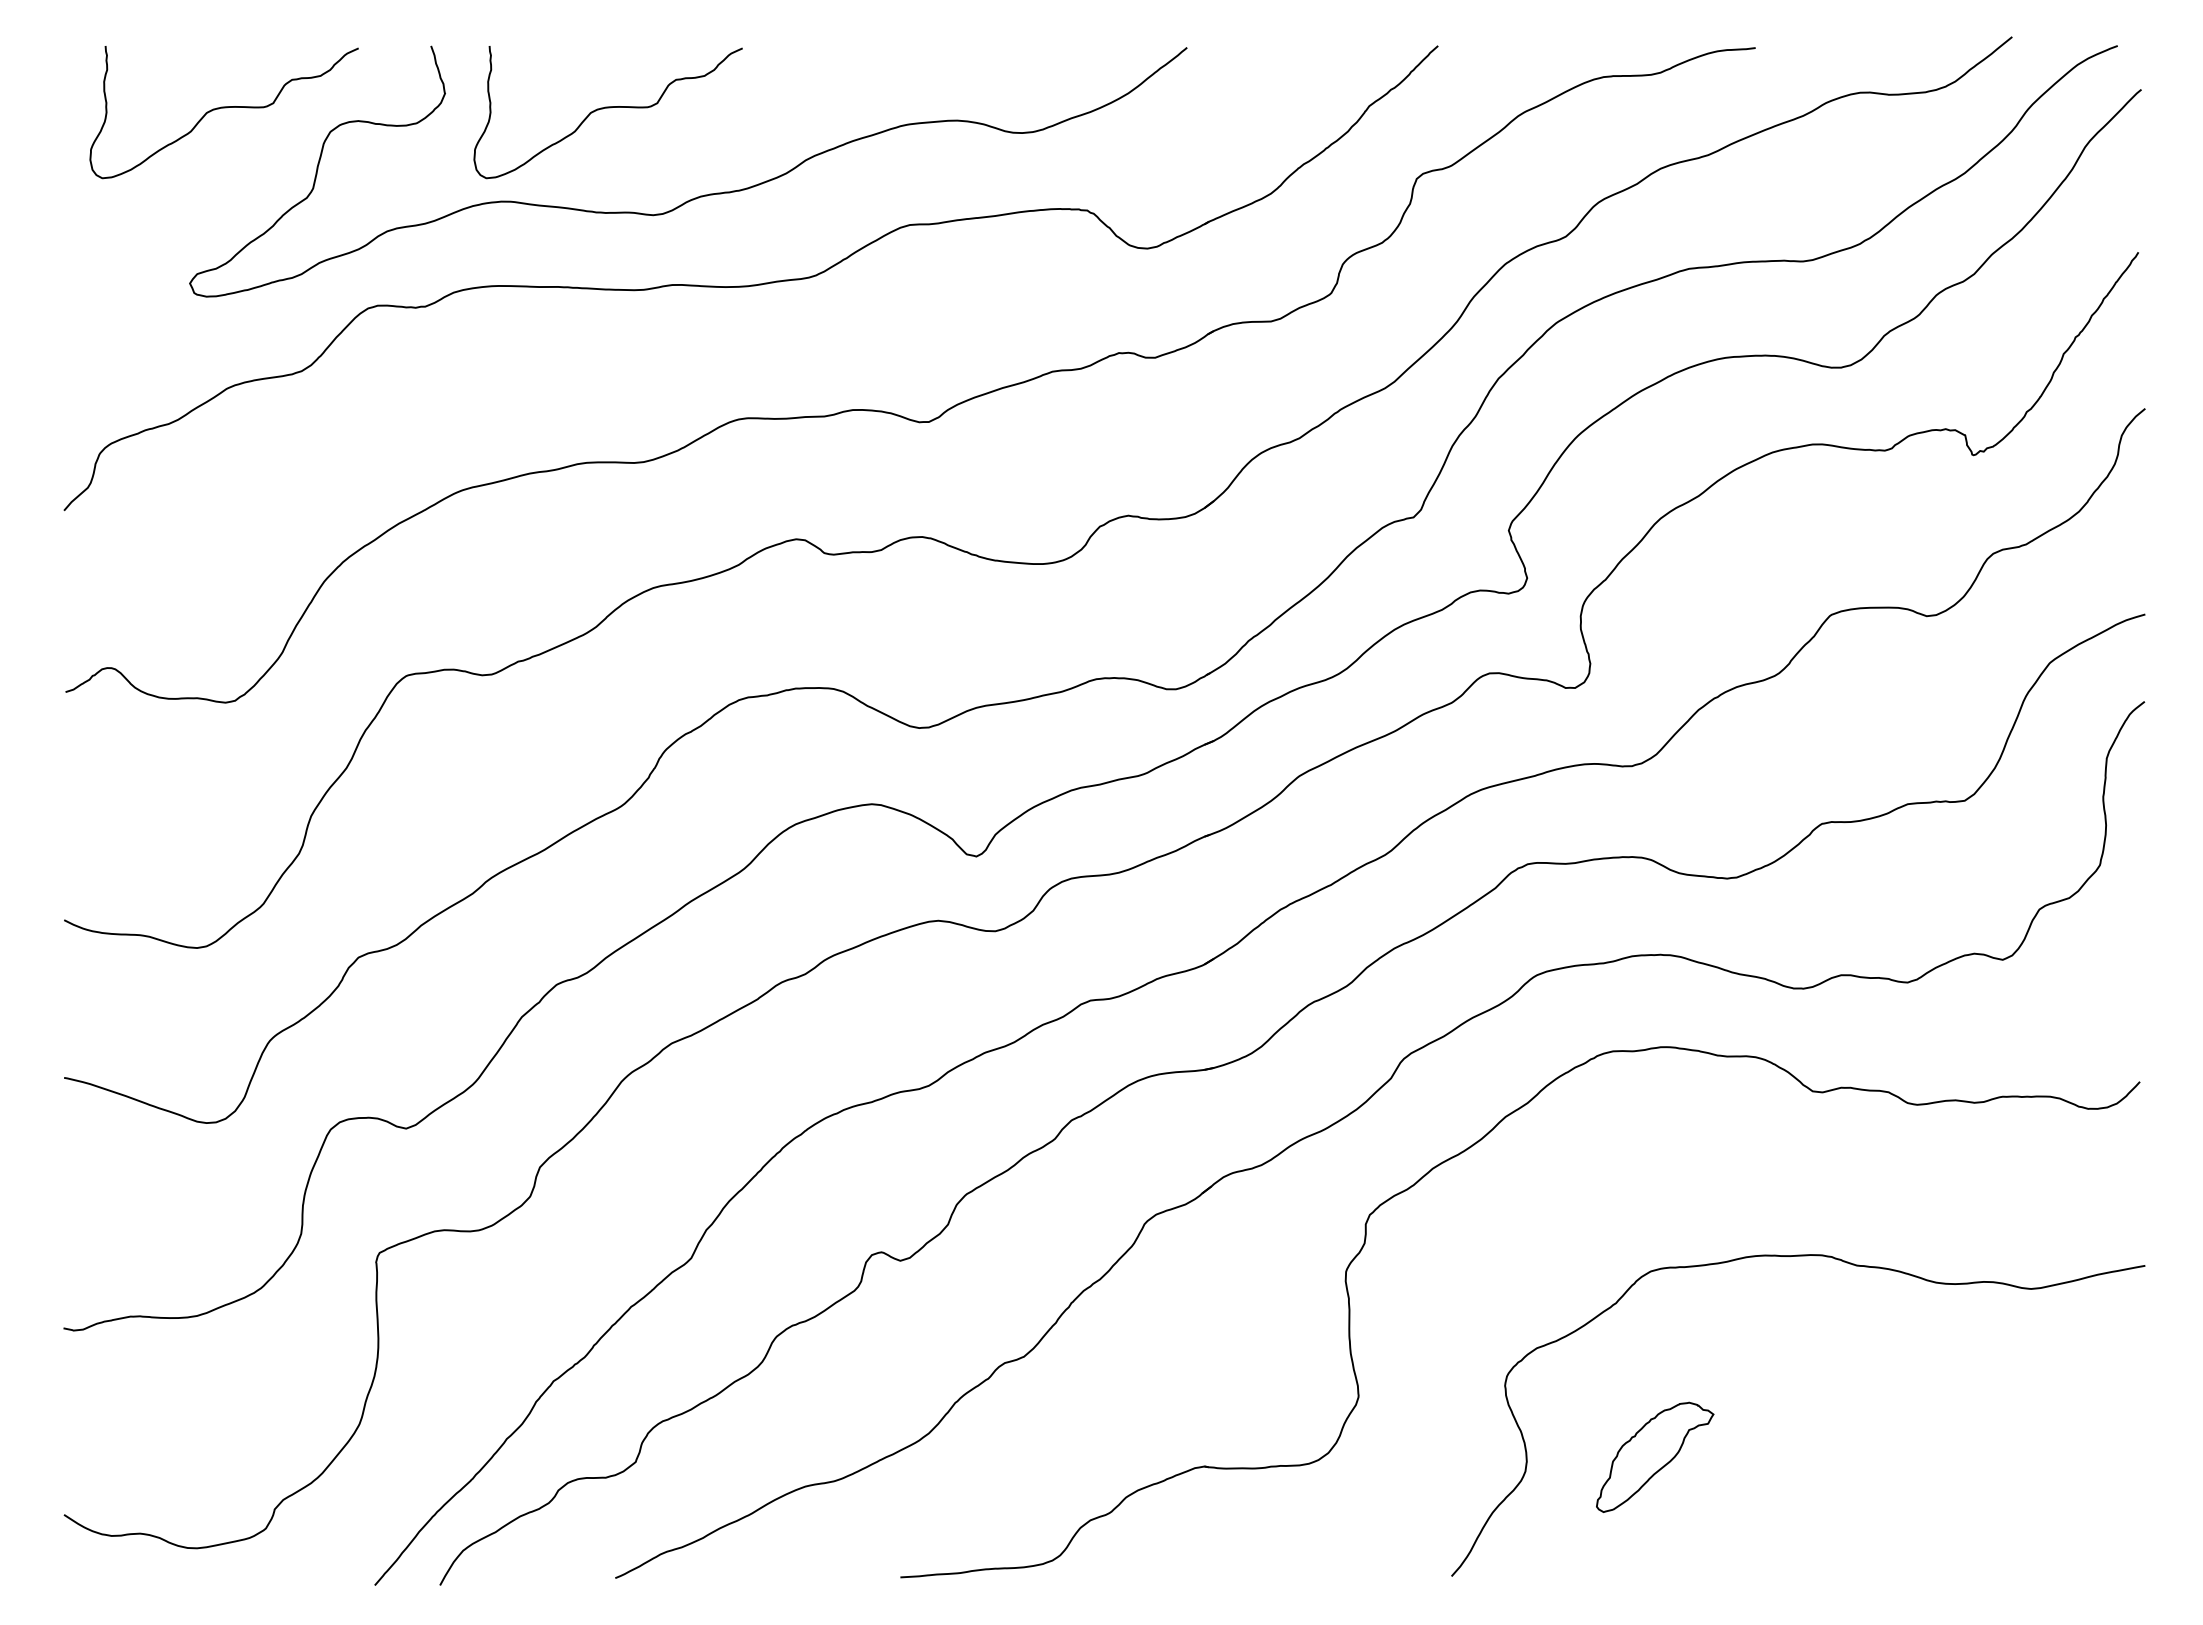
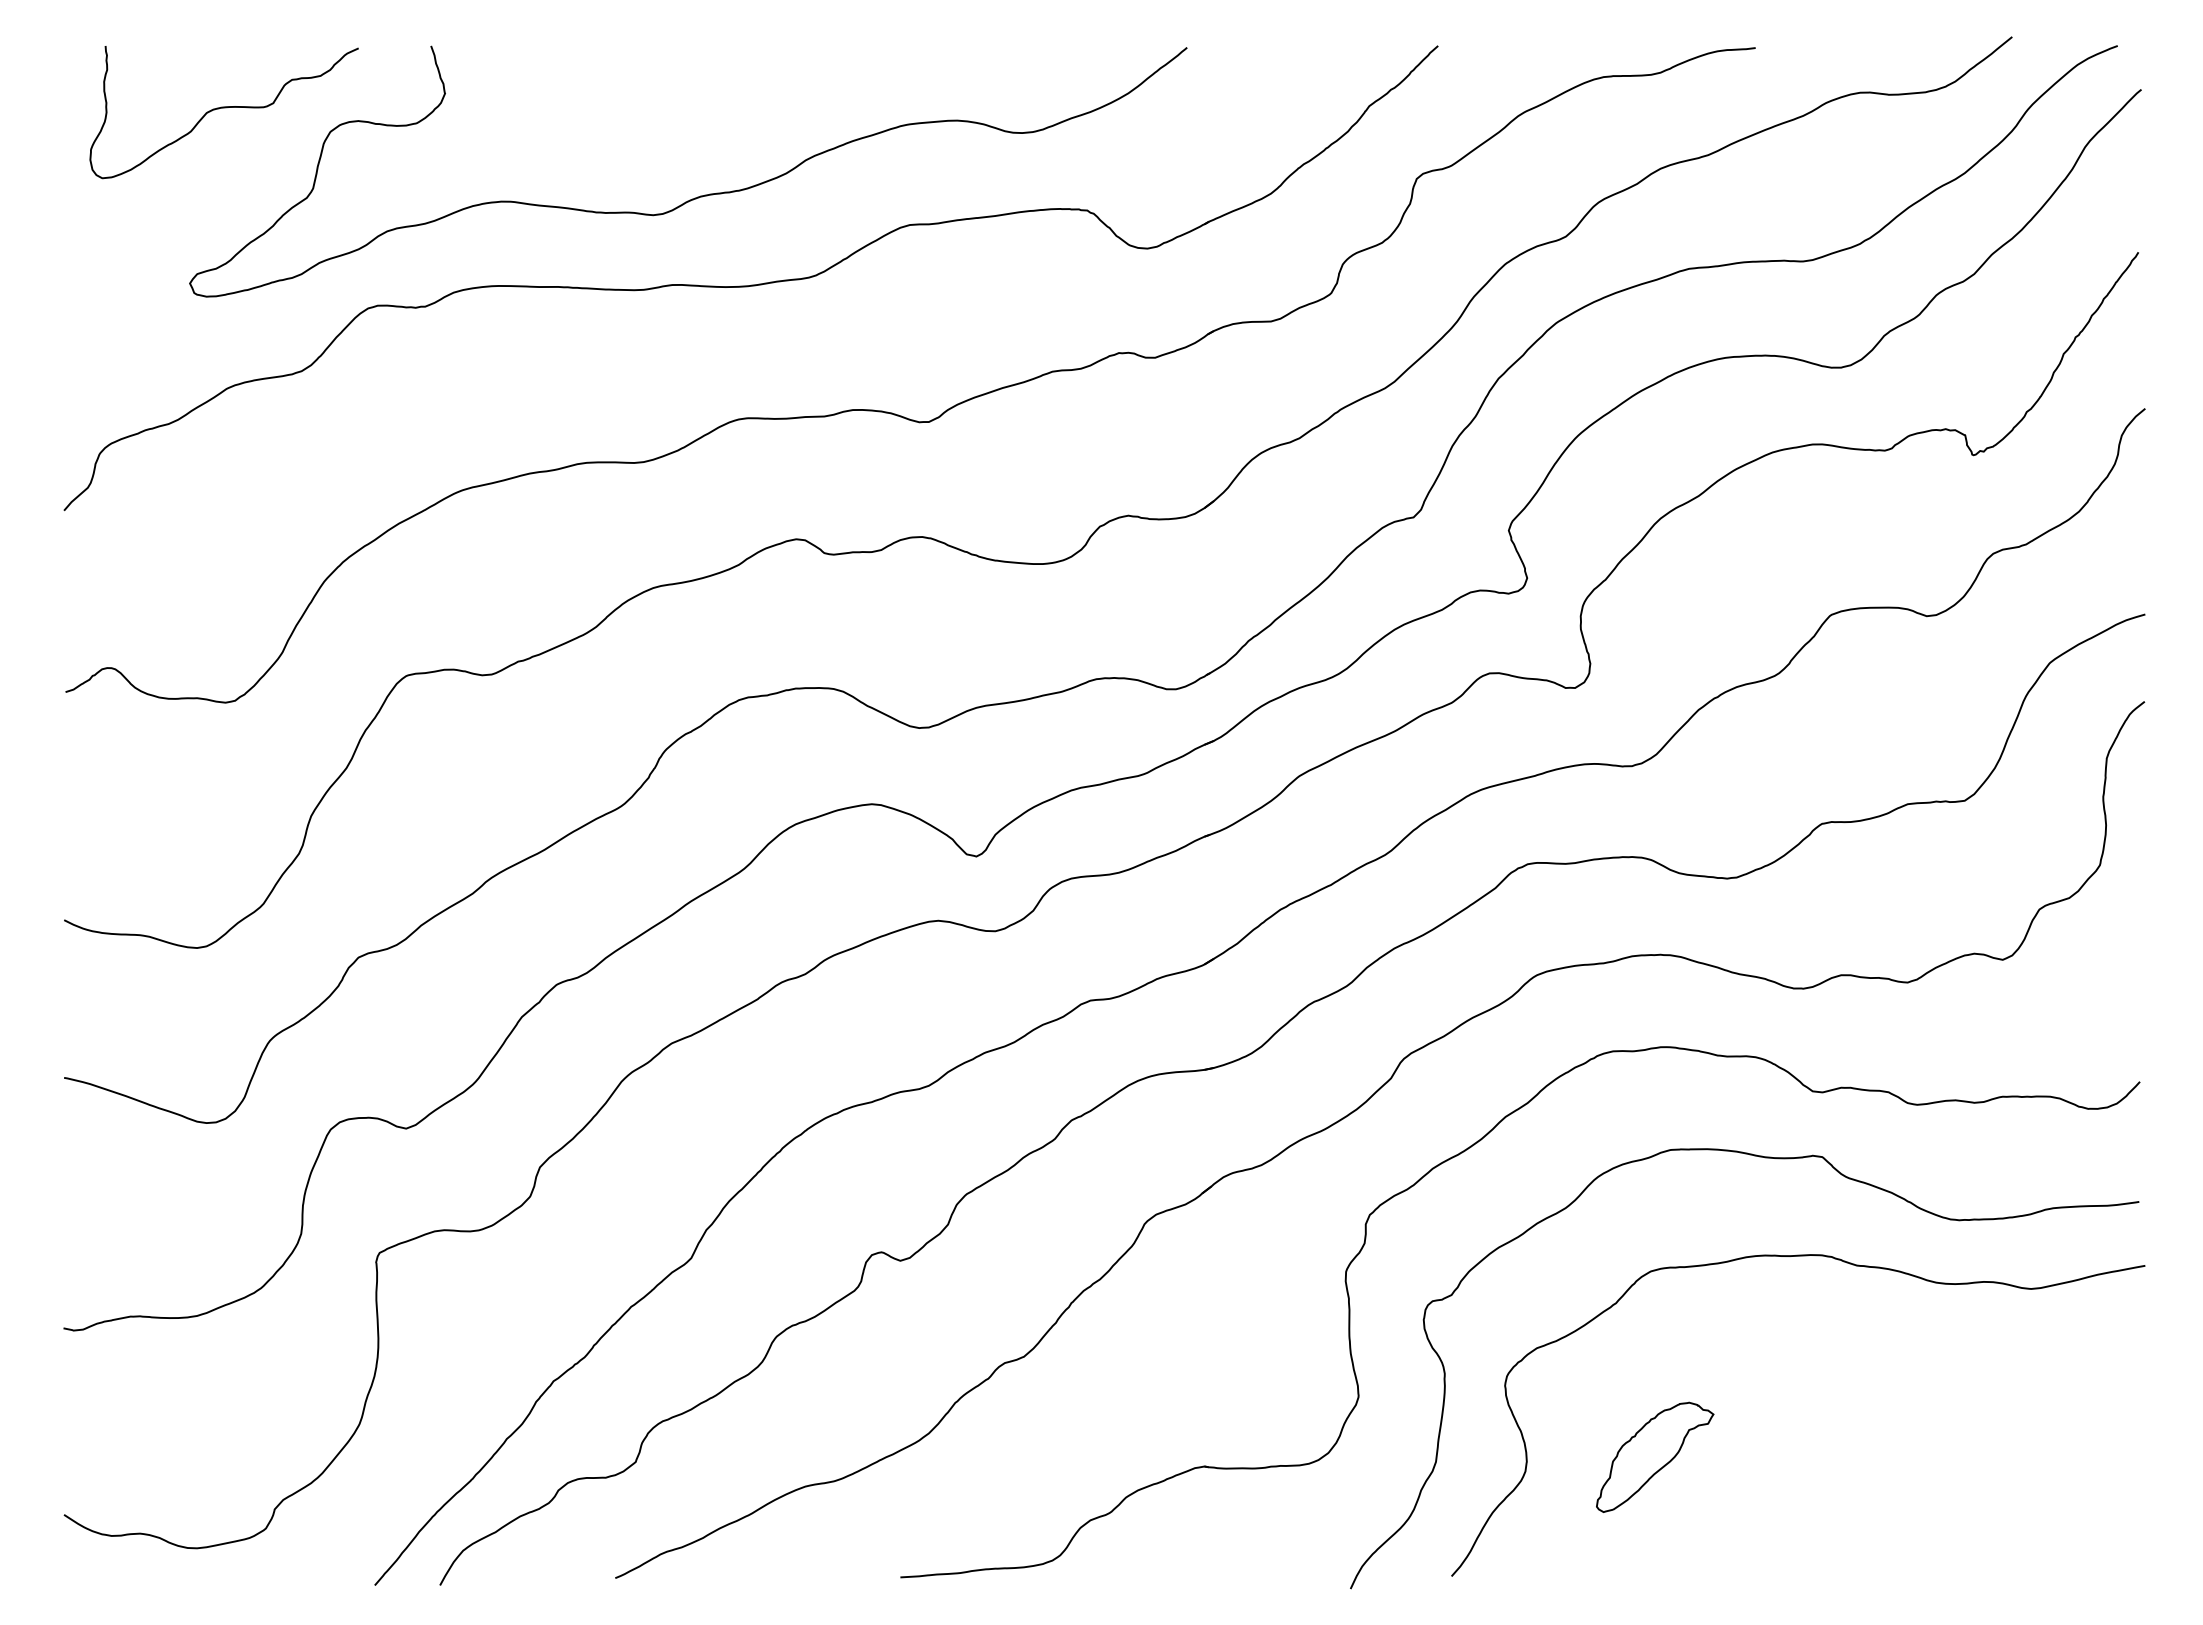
curve at (607, 108): present -> none
curve at (1765, 1158): none -> present
